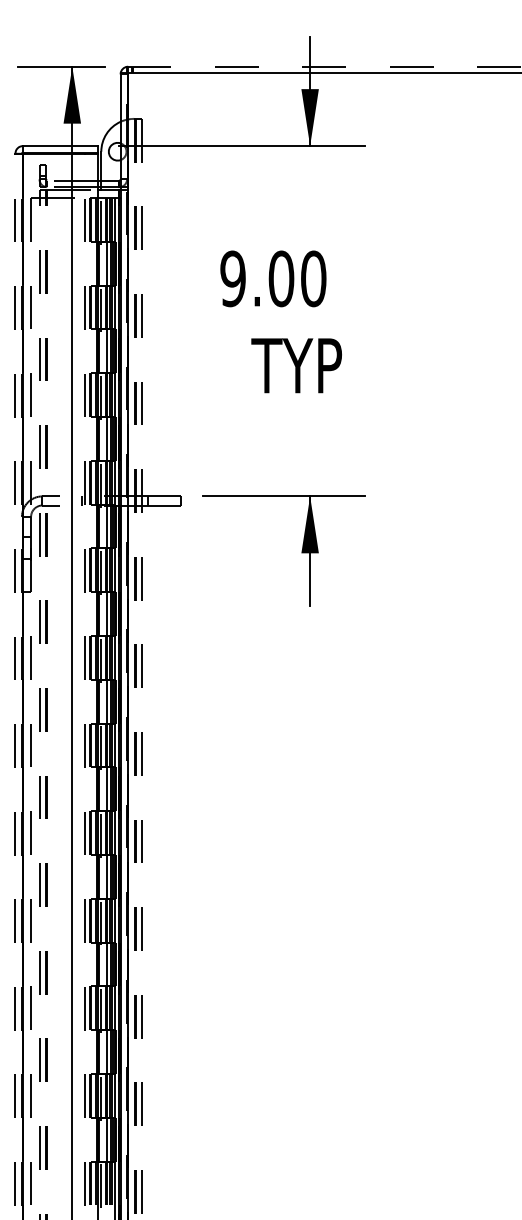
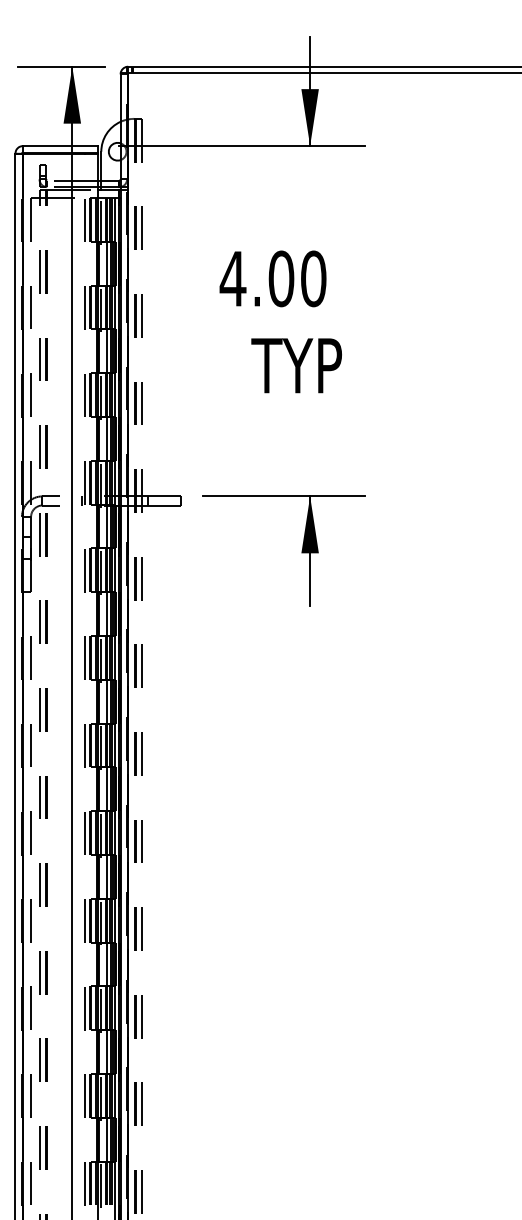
line at (325, 66): dashed -> solid
text at (232, 278): 9.00 -> 4.00
line at (15, 686): dashed -> solid
